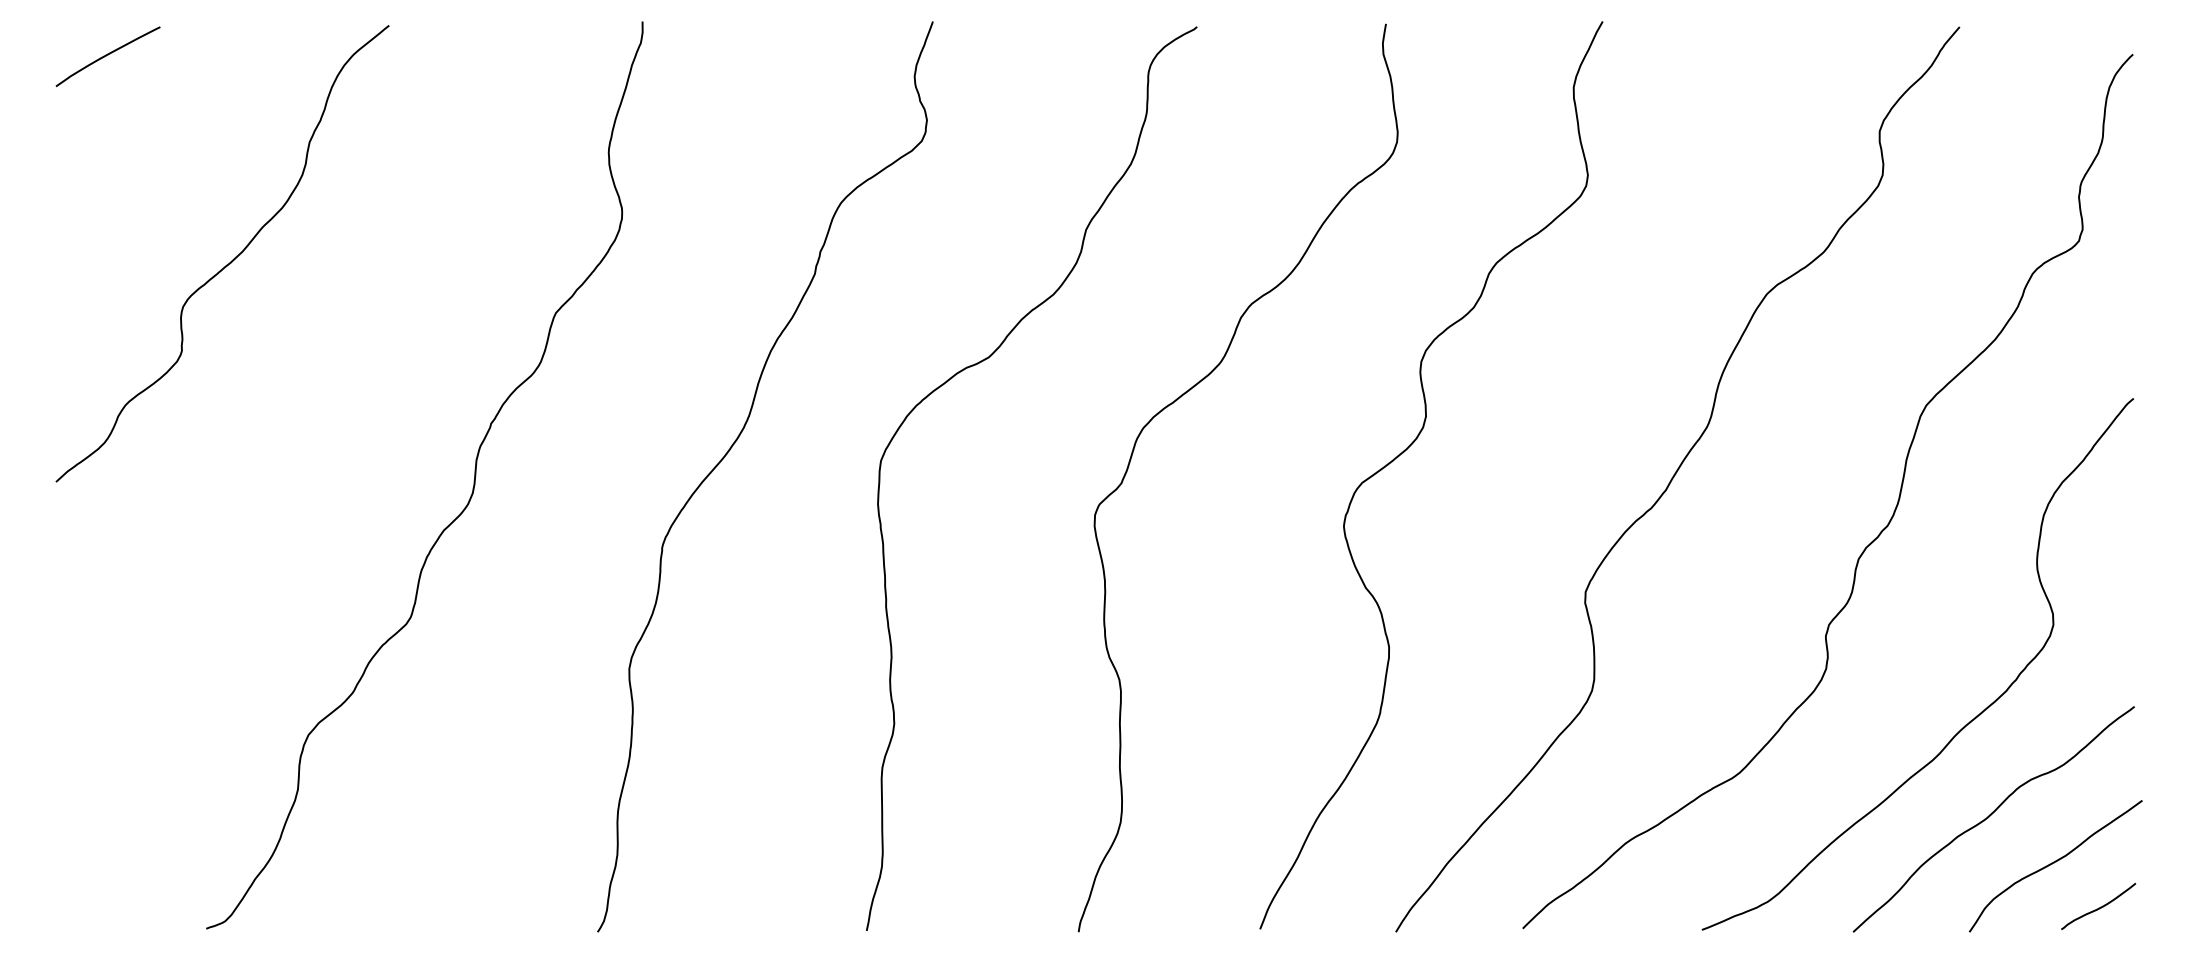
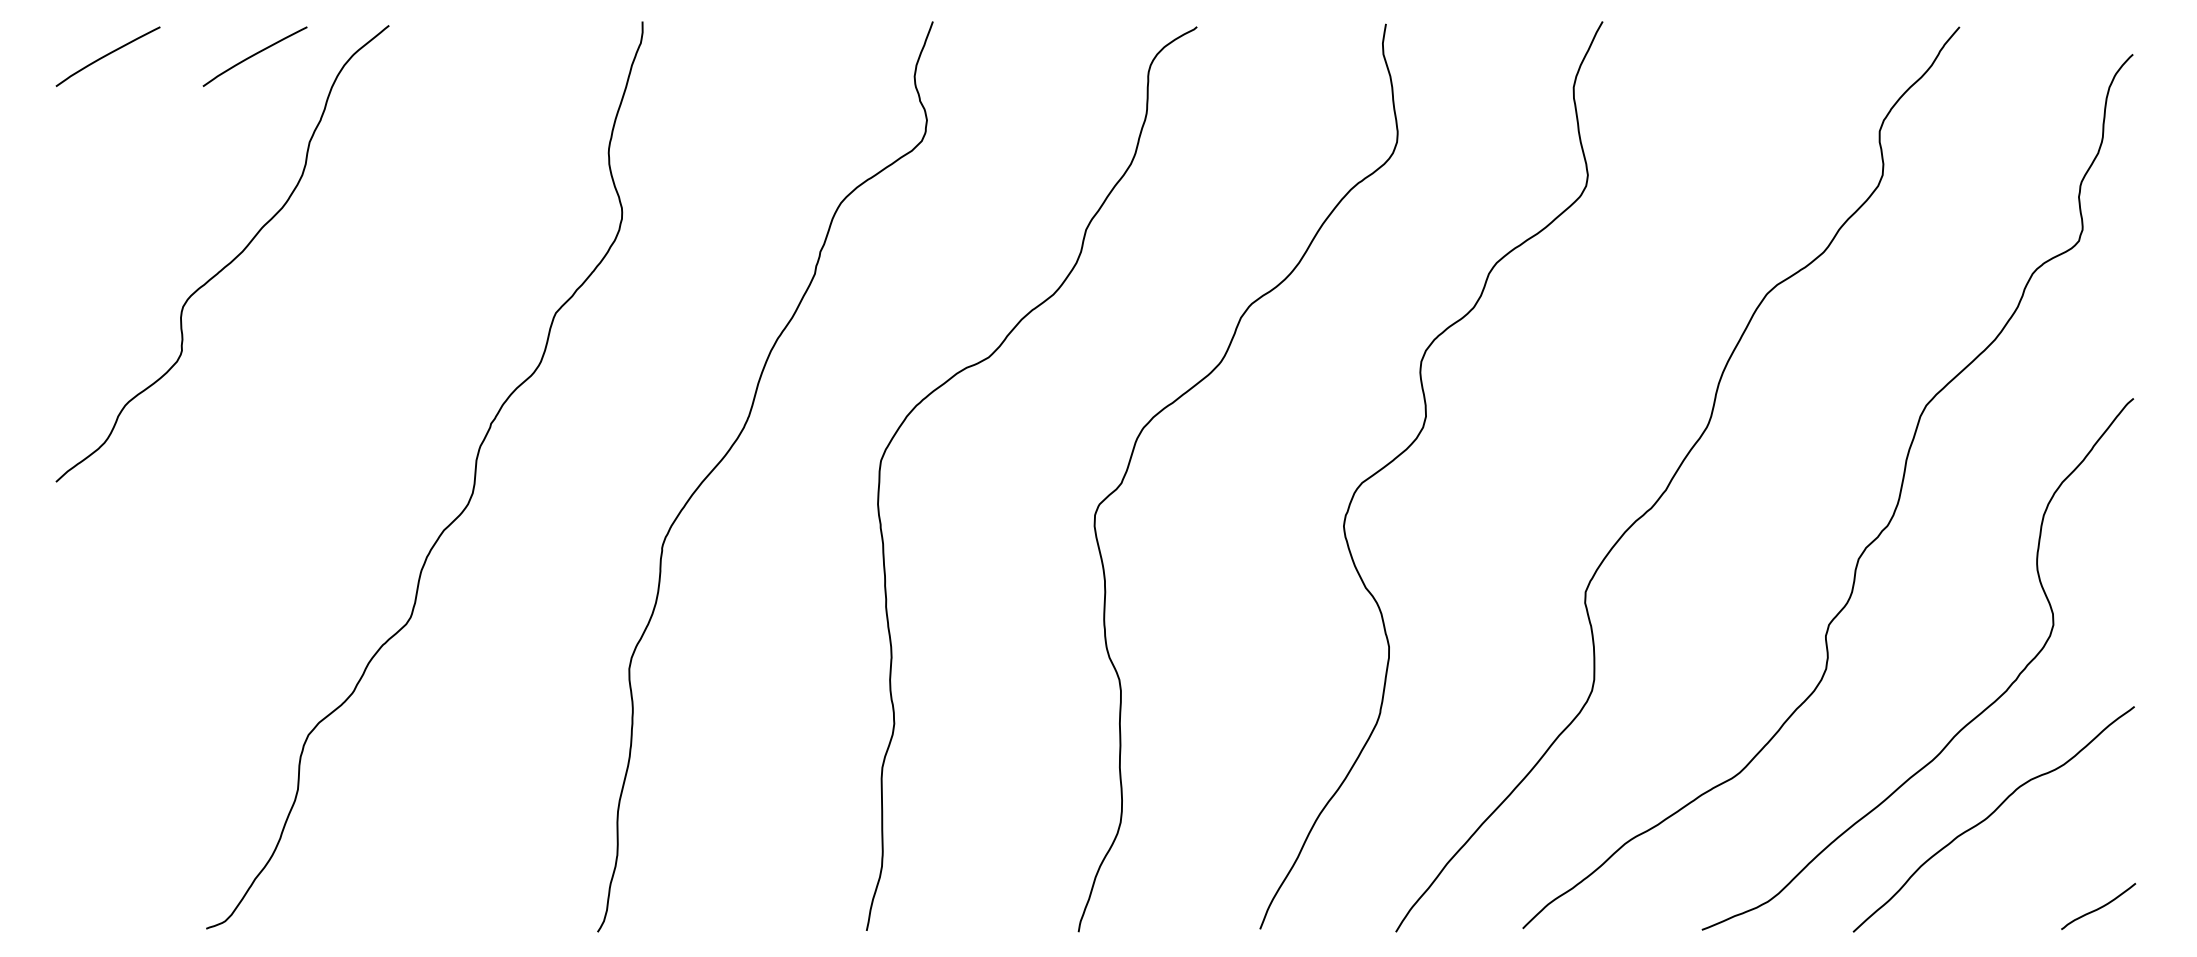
curve at (254, 55): none -> present
curve at (2054, 863): present -> none
